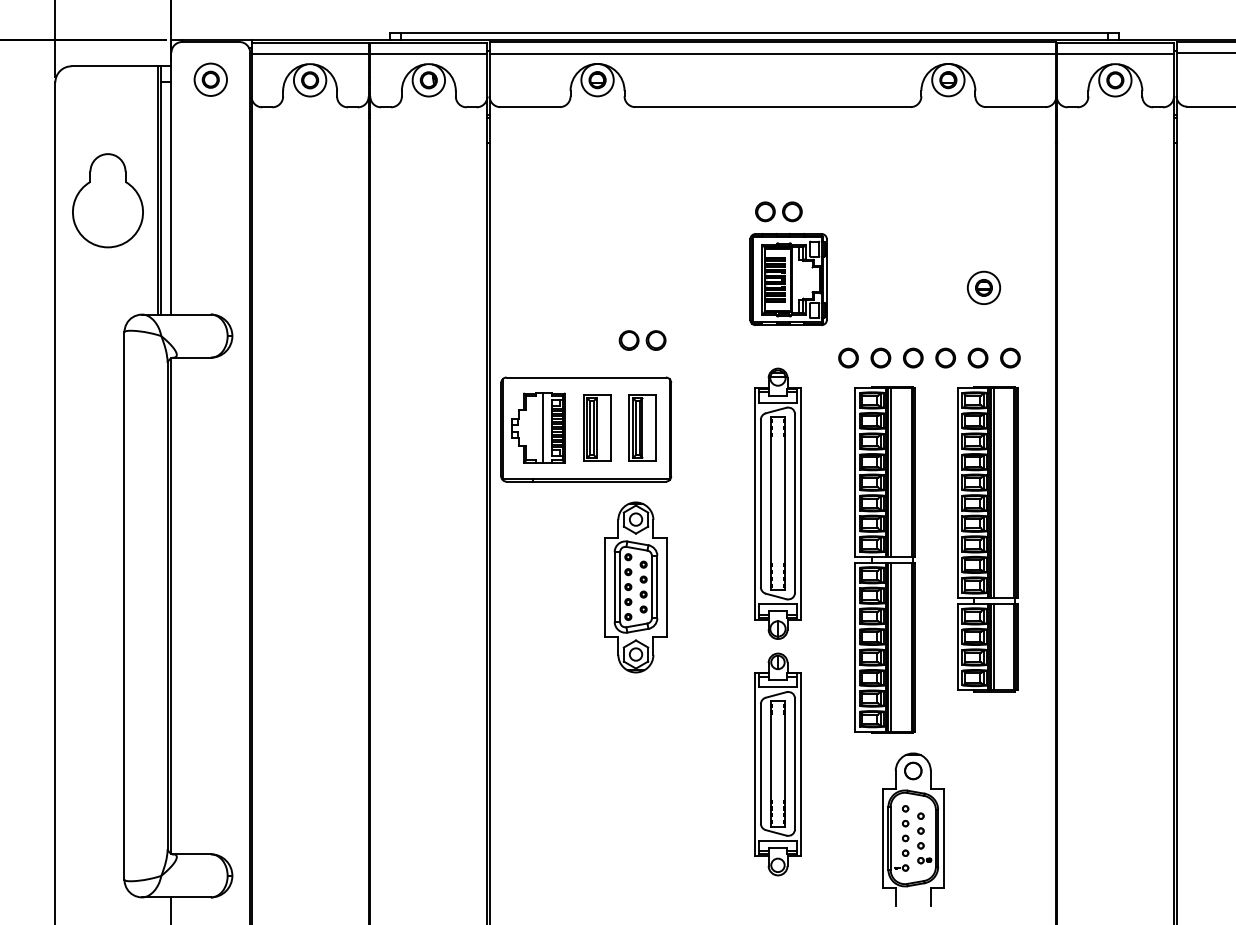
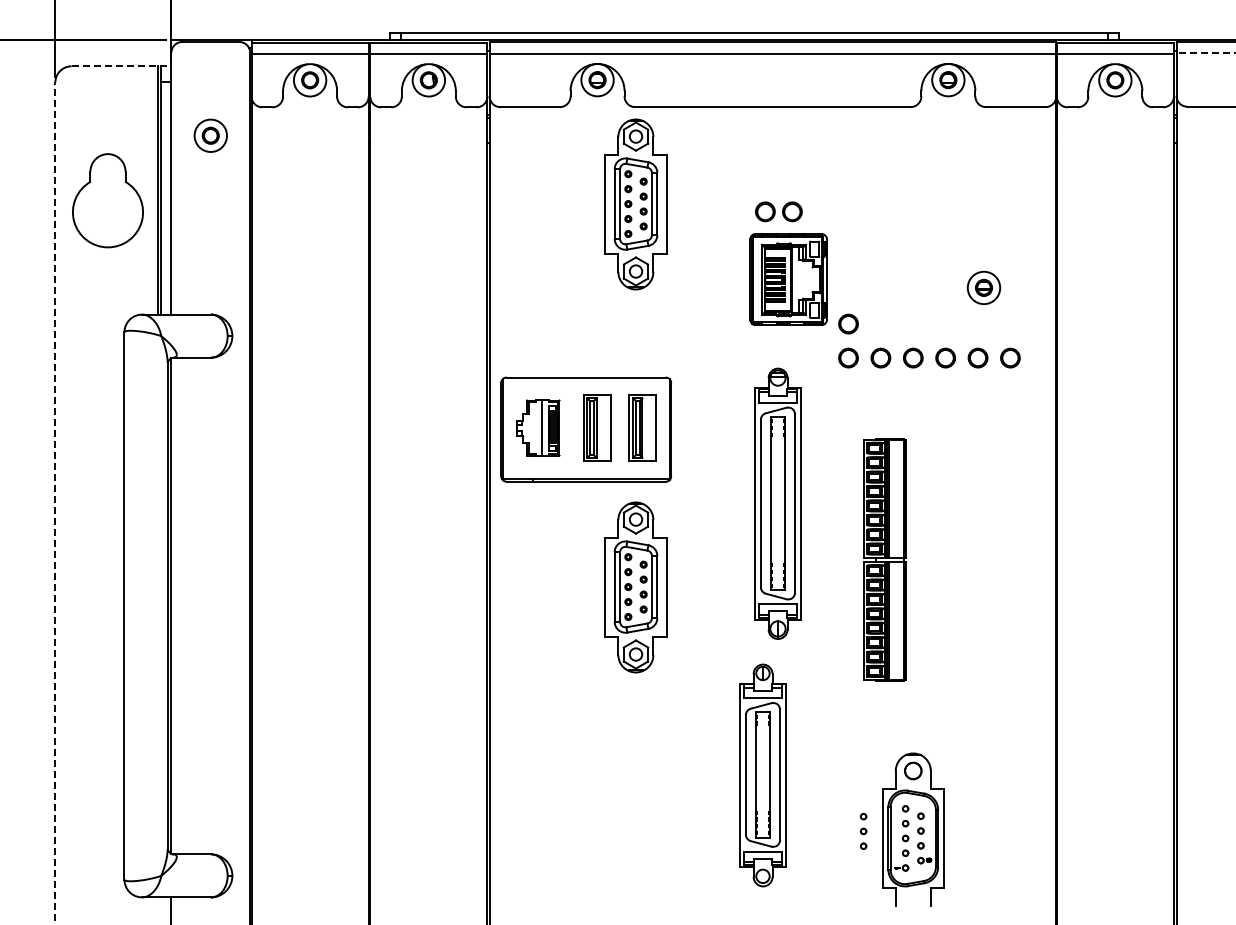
line at (1205, 53): solid -> dashed
line at (121, 66): solid -> dashed
part at (210, 79) position: (210, 79) -> (210, 135)
part at (635, 204): none -> present
part at (848, 323): none -> present
part at (642, 340): present -> none
part at (538, 427) size: 55x72 px -> 45x58 px
line at (55, 503): solid -> dashed
part at (987, 539): present -> none
part at (884, 559) size: 62x348 px -> 44x244 px
part at (777, 764) position: (777, 764) -> (762, 775)
part at (863, 831): none -> present
